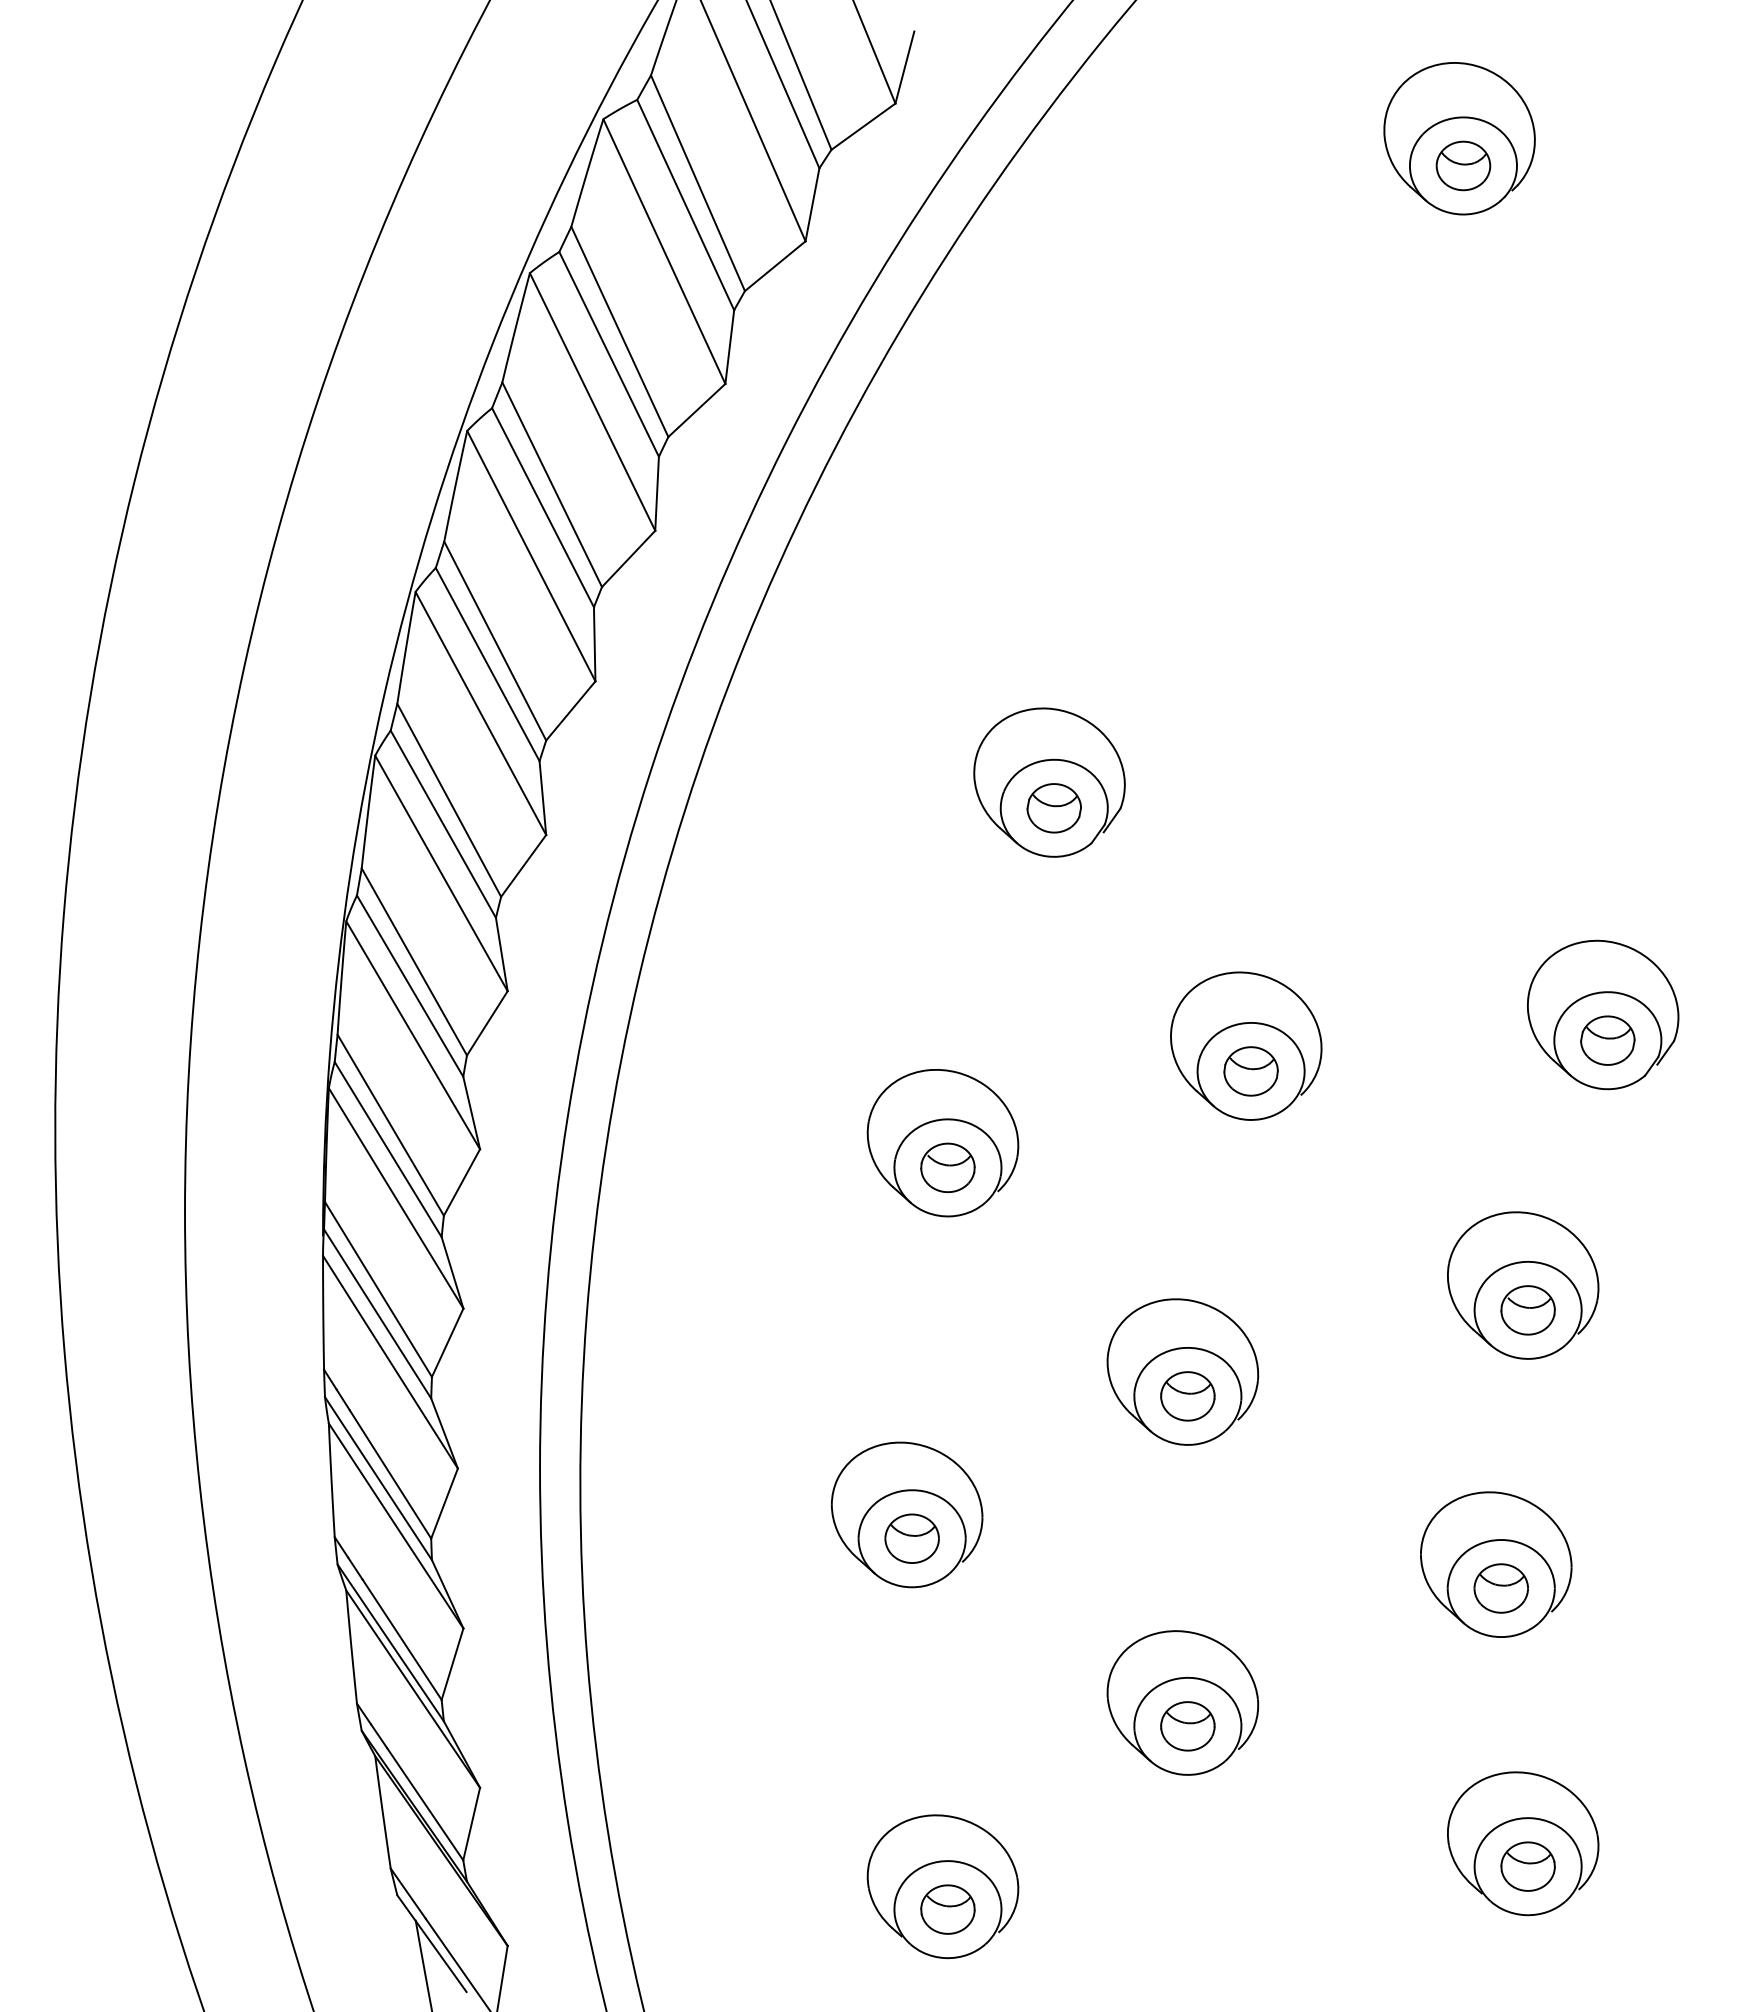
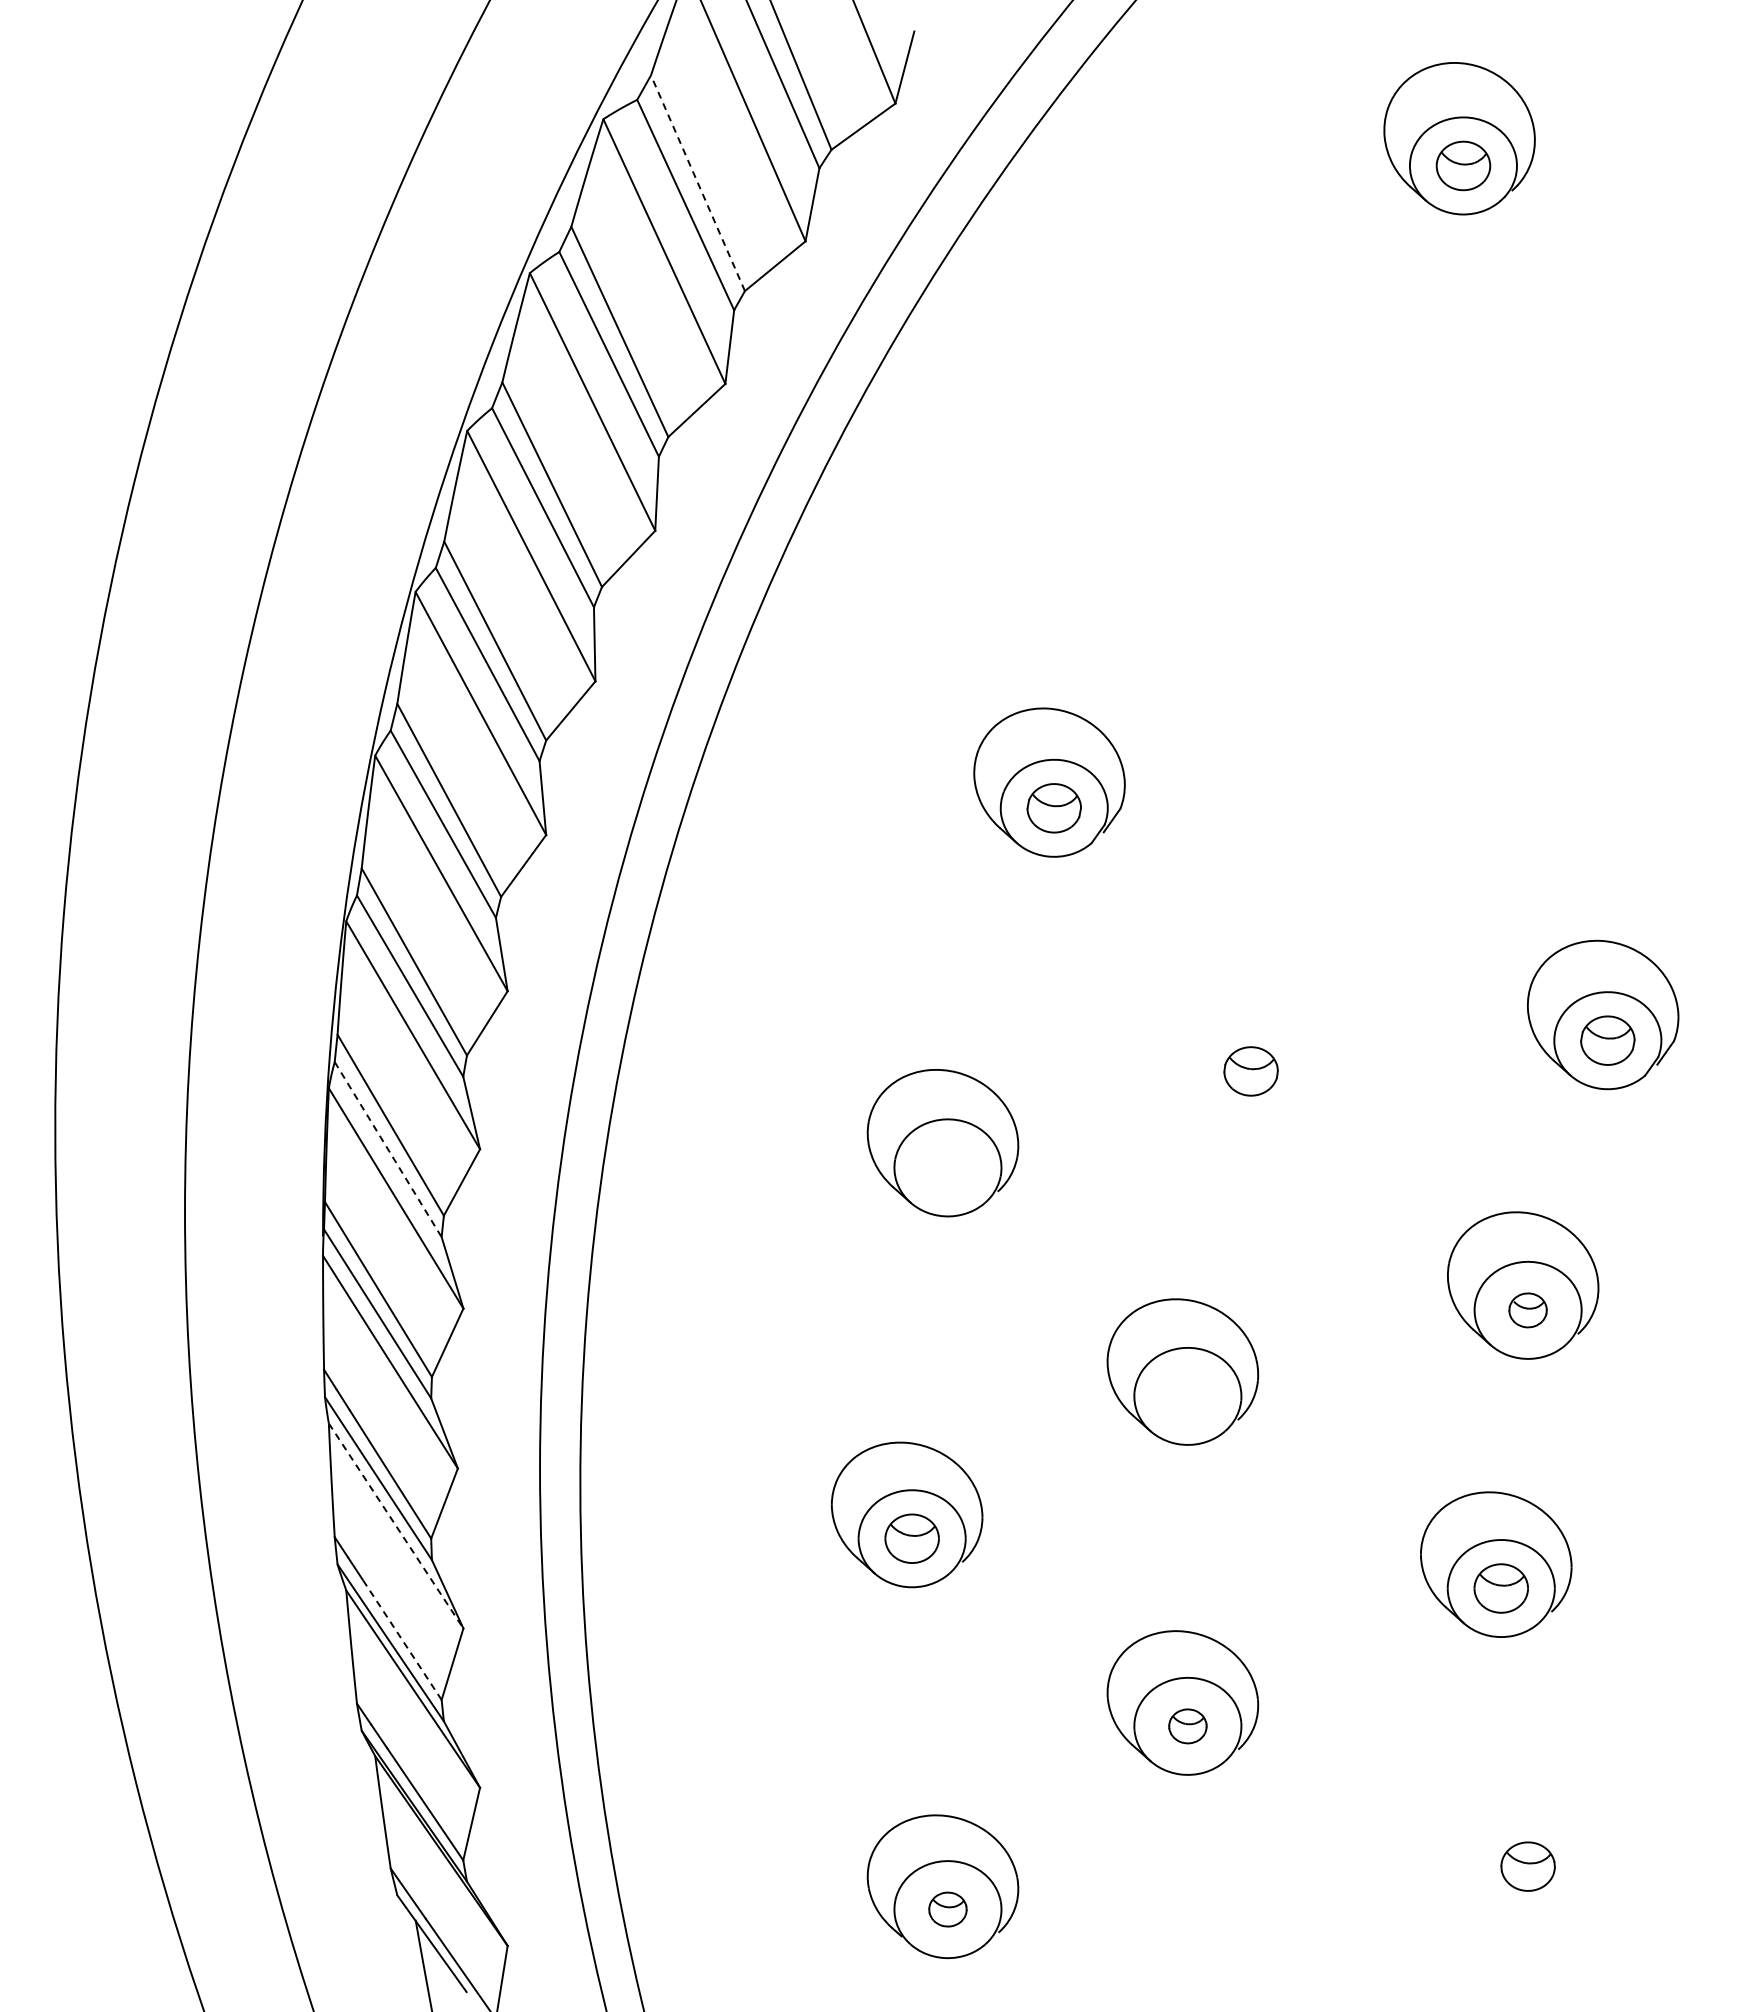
line at (697, 183): solid -> dashed
part at (1246, 1045): present -> none
line at (388, 1149): solid -> dashed
part at (947, 1167): present -> none
part at (1527, 1310) size: 56x51 px -> 40x37 px
part at (1187, 1396): present -> none
line at (396, 1526): solid -> dashed
line at (402, 1639): solid -> dashed
part at (1187, 1726) size: 56x51 px -> 40x37 px
part at (1523, 1843): present -> none
part at (947, 1909) size: 56x51 px -> 40x37 px
